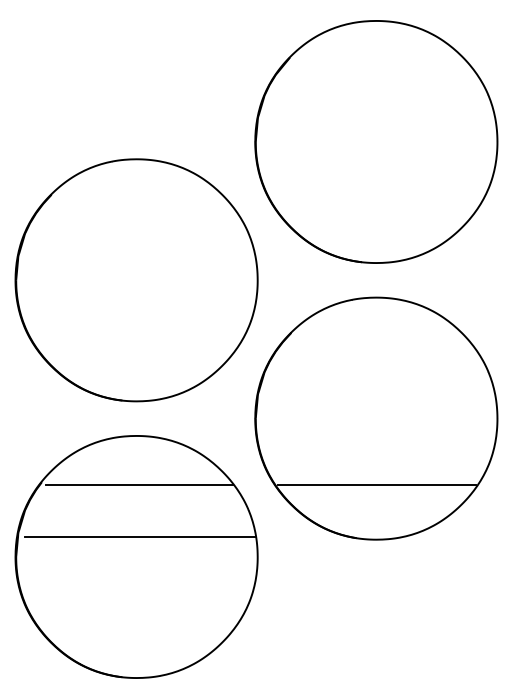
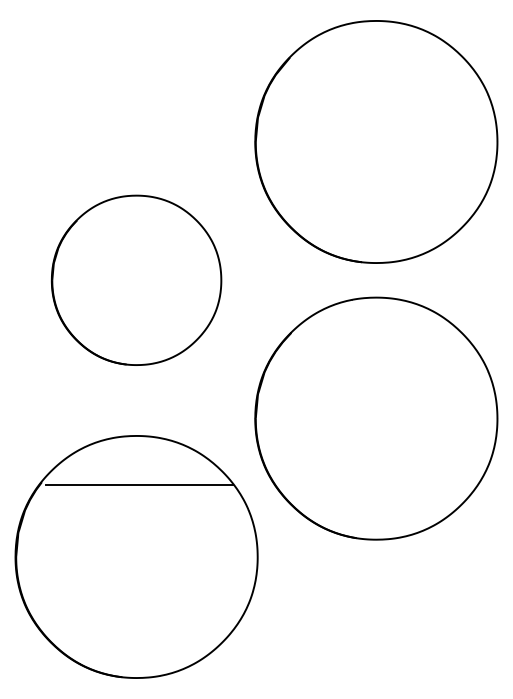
part at (136, 280) size: 245x245 px -> 173x172 px
line at (376, 485): present -> none
line at (139, 537): present -> none
